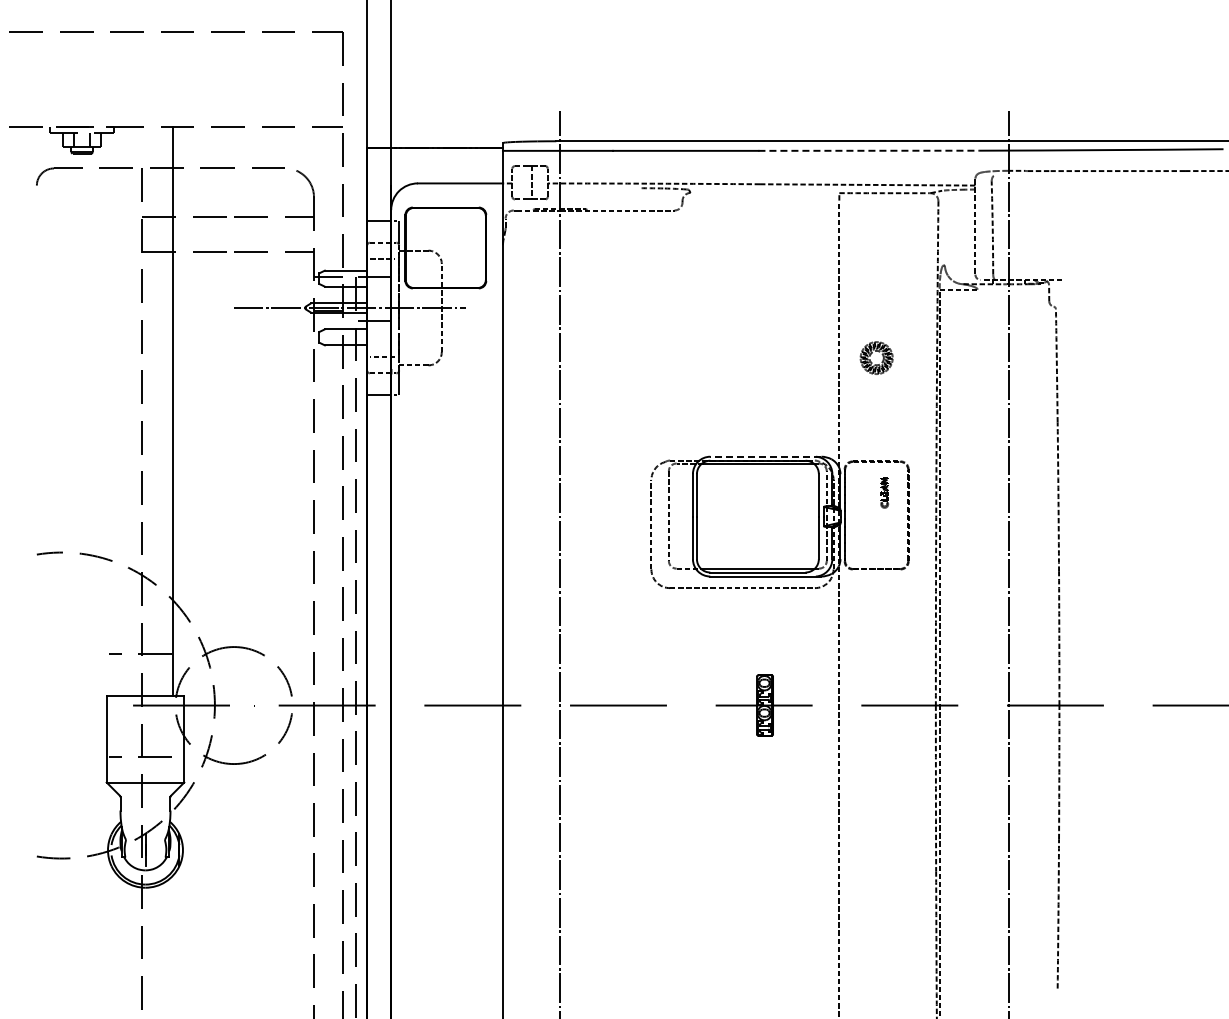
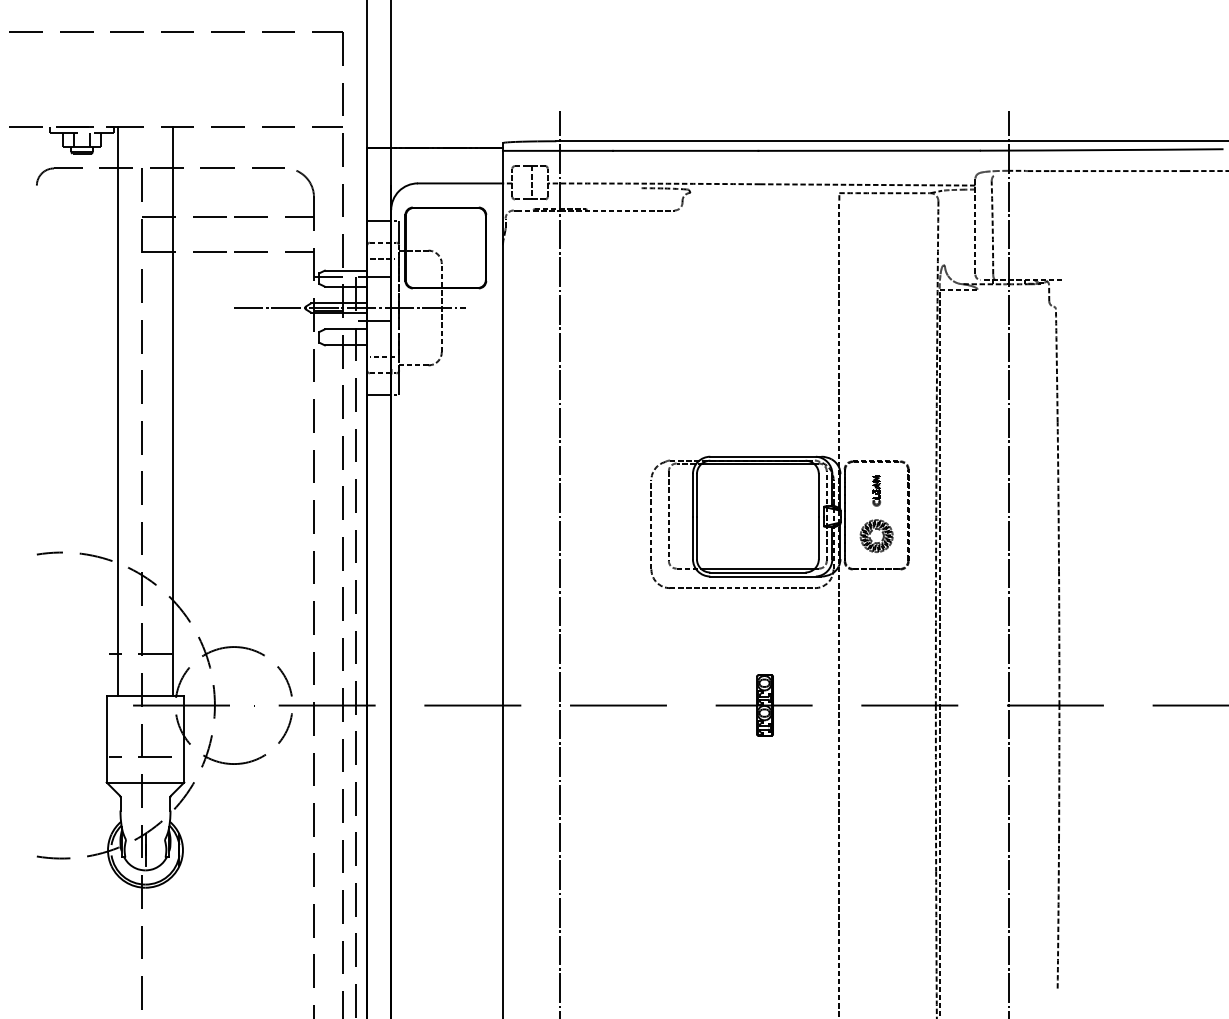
line at (869, 150): dashed -> solid
part at (876, 357) position: (876, 357) -> (876, 535)
line at (117, 410): none -> present
line at (765, 456): dashed -> solid
part at (884, 492) position: (884, 492) -> (876, 490)
